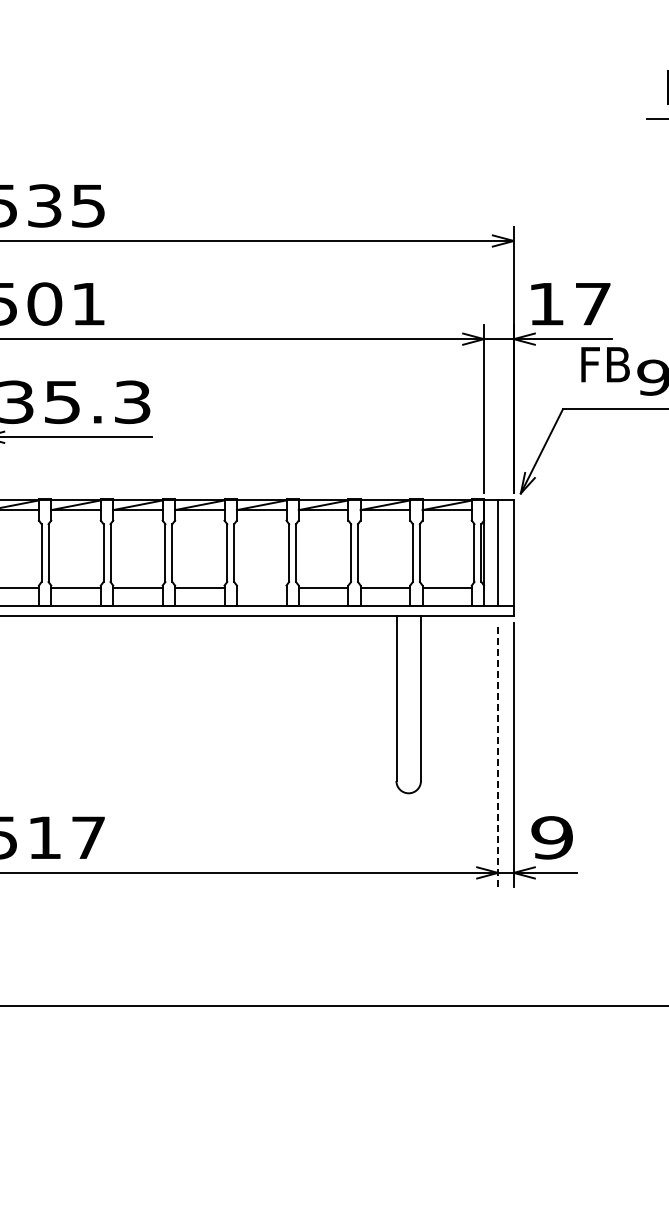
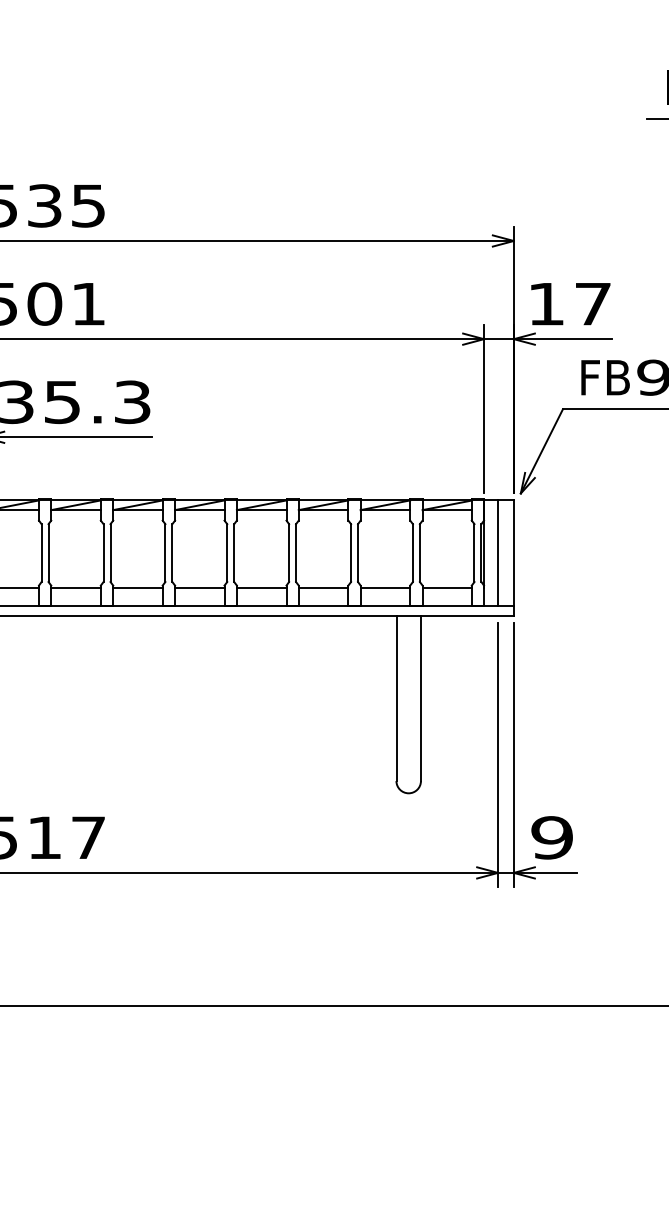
text at (605, 364) position: (605, 364) -> (605, 377)
line at (261, 588): none -> present
line at (498, 755): dashed -> solid
